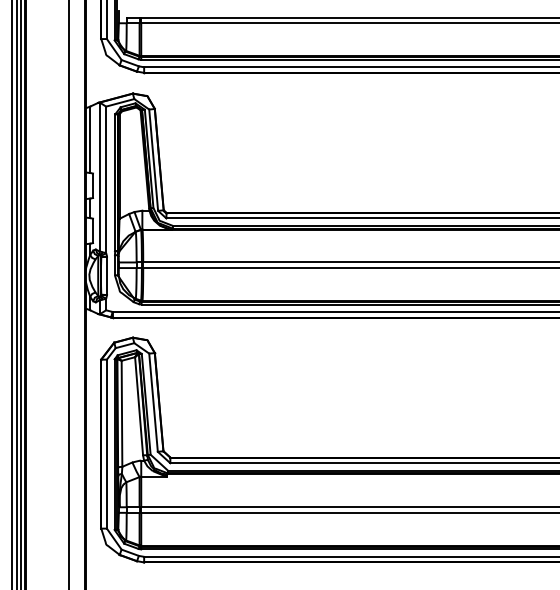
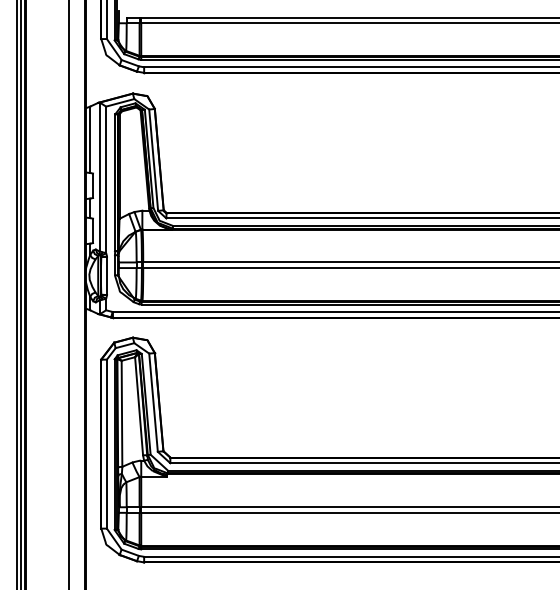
line at (12, 294): present -> none
